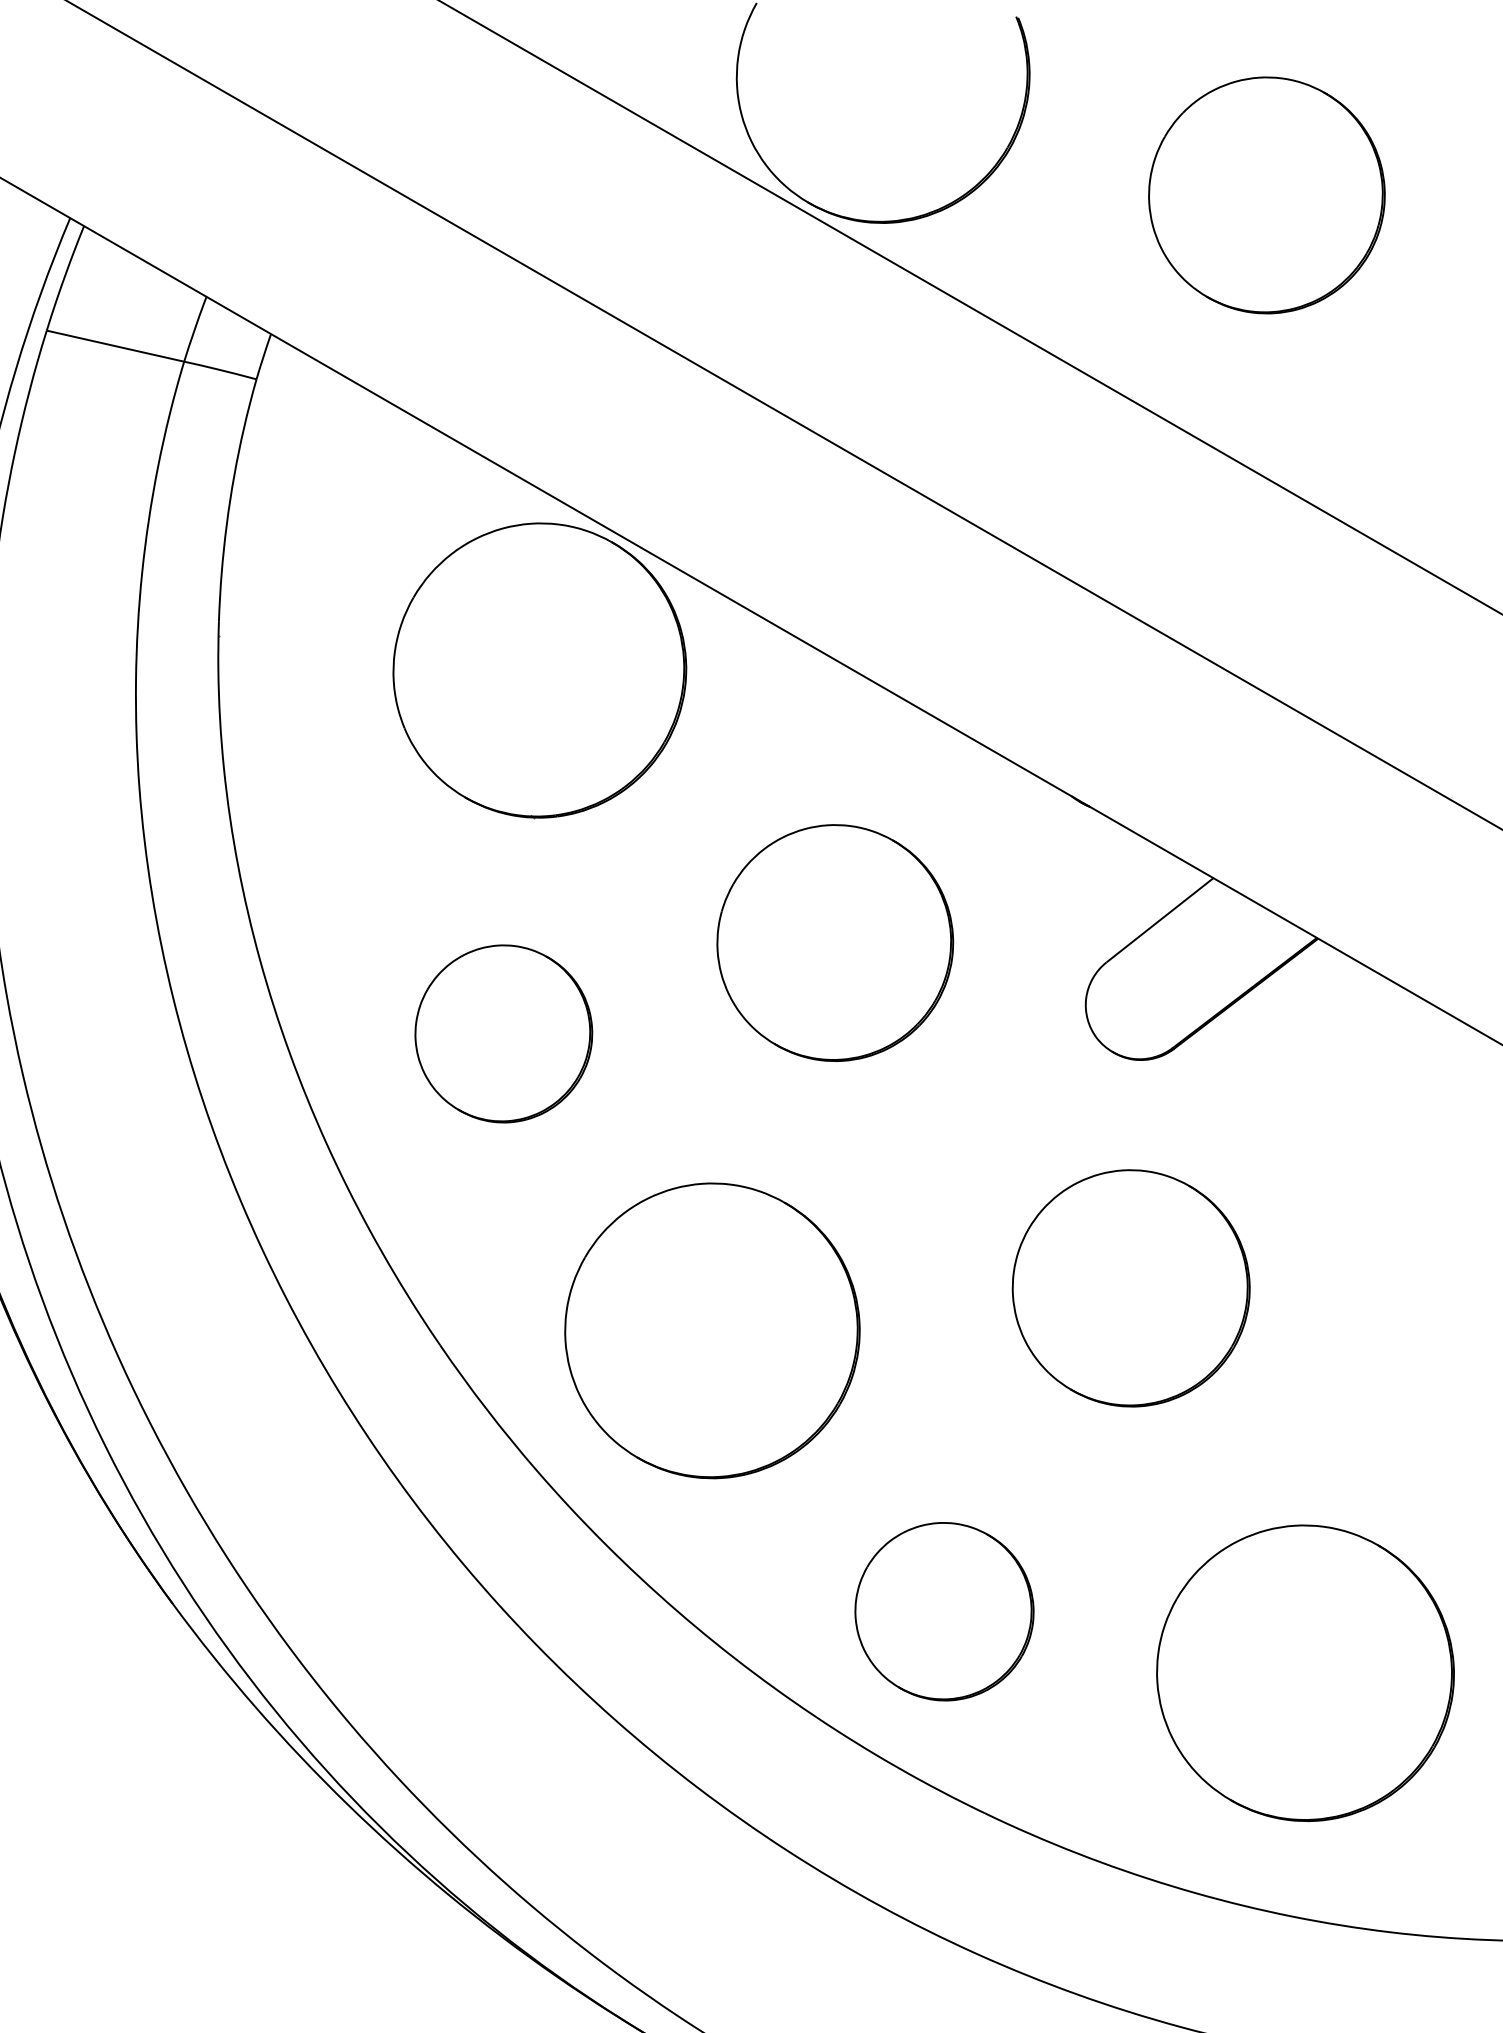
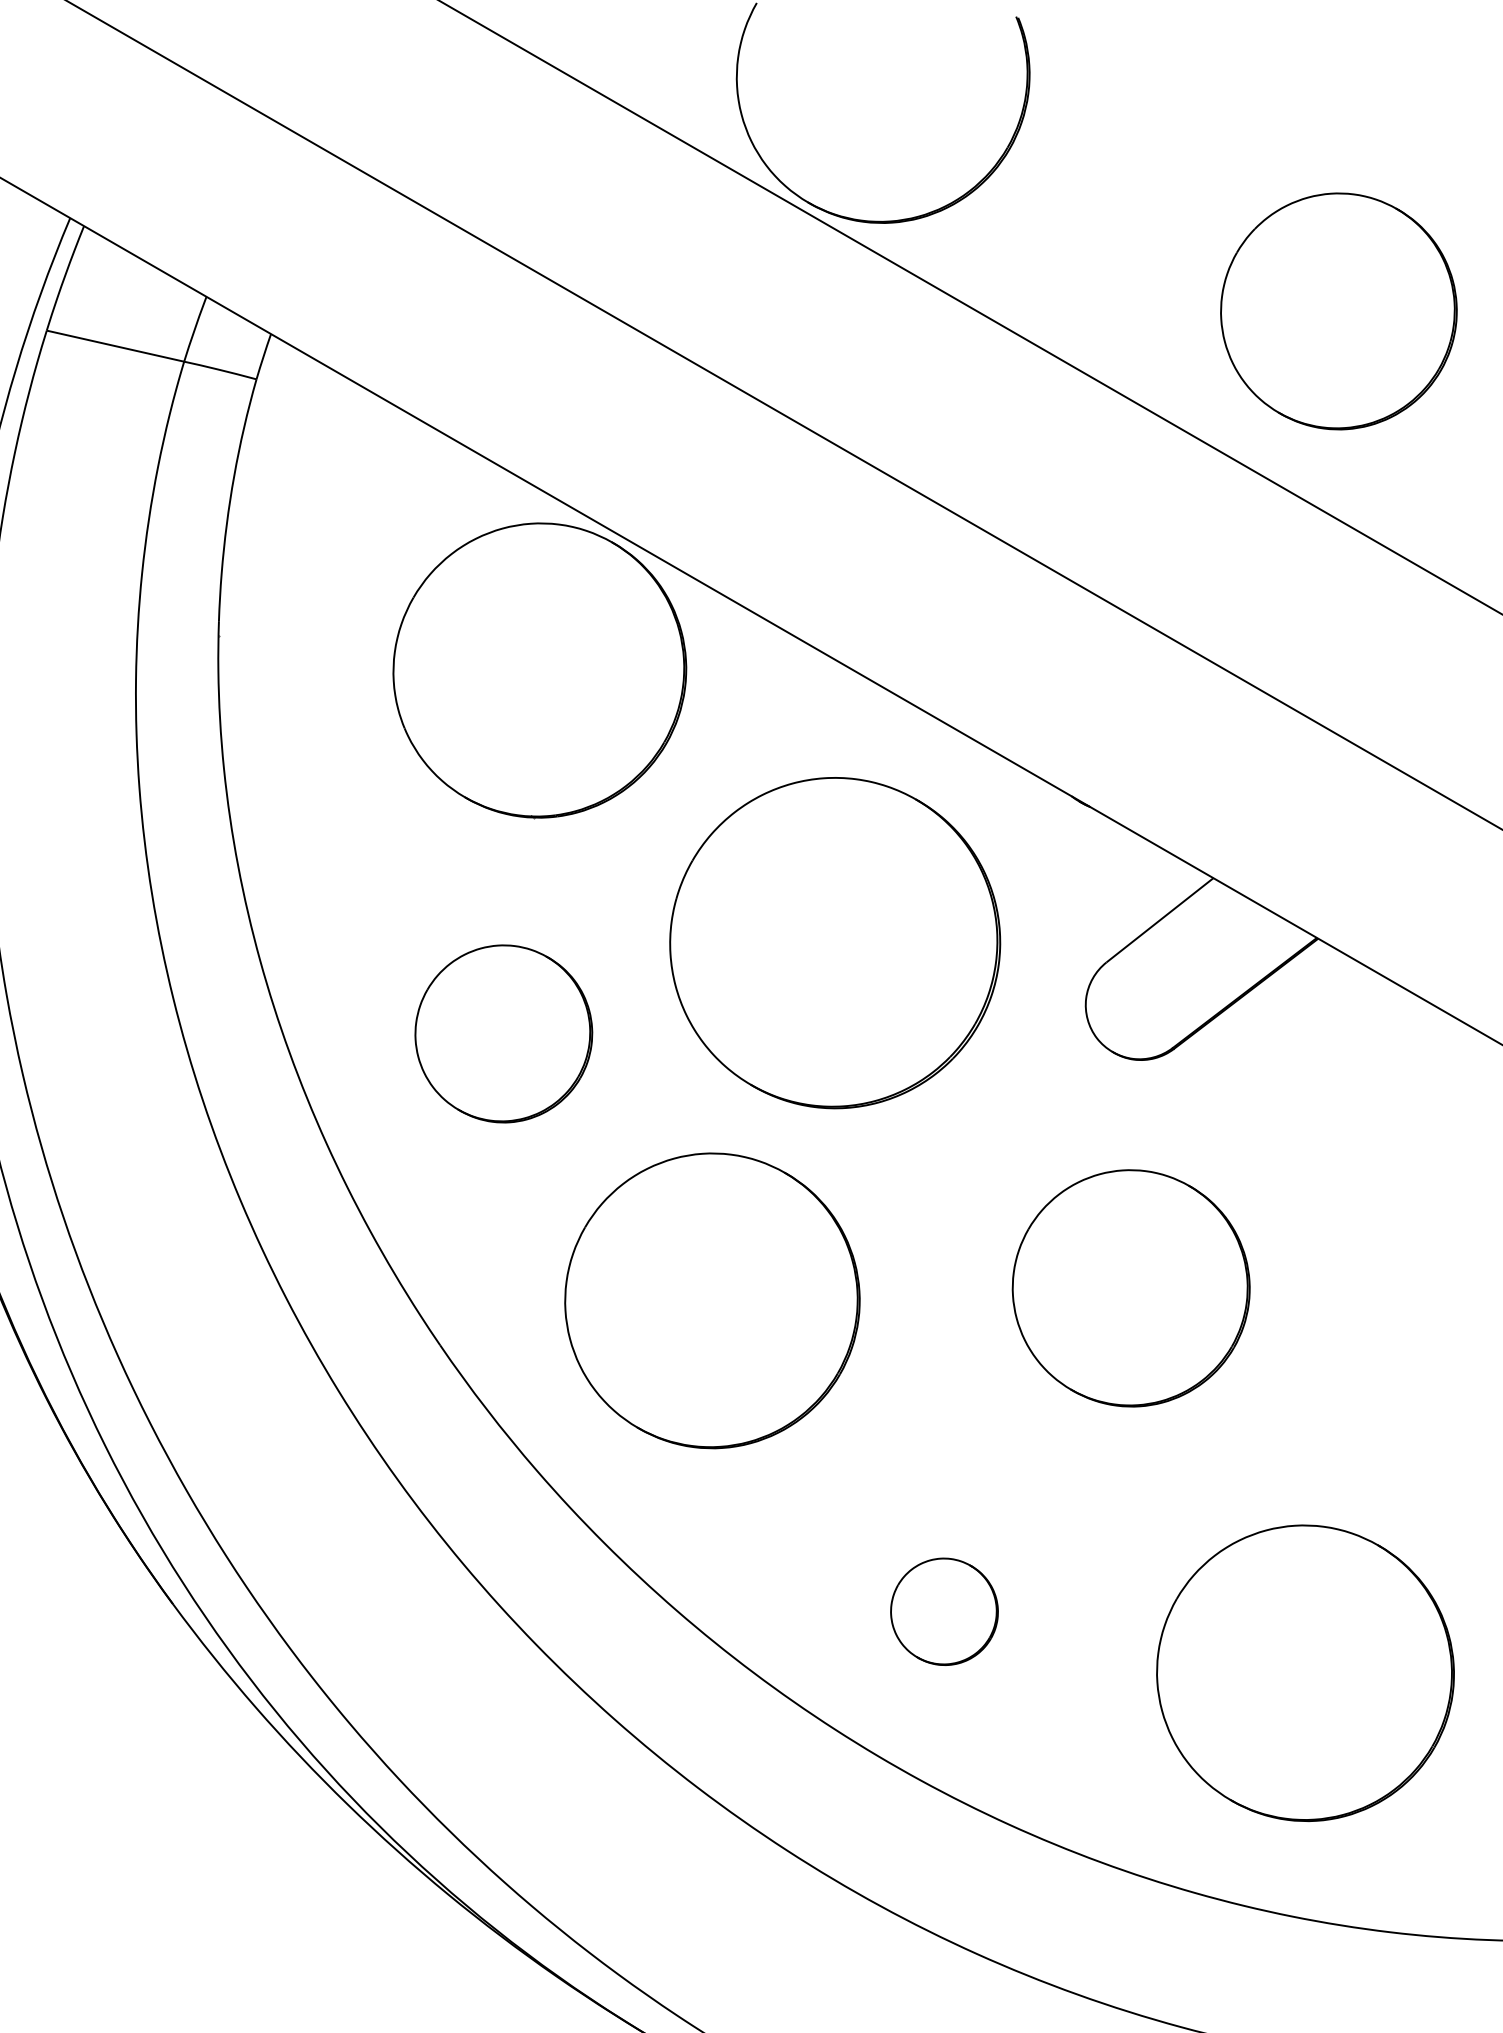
part at (1266, 195) position: (1266, 195) -> (1338, 311)
part at (835, 942) size: 239x238 px -> 333x333 px
part at (712, 1330) position: (712, 1330) -> (712, 1300)
part at (944, 1611) size: 181x180 px -> 109x109 px
